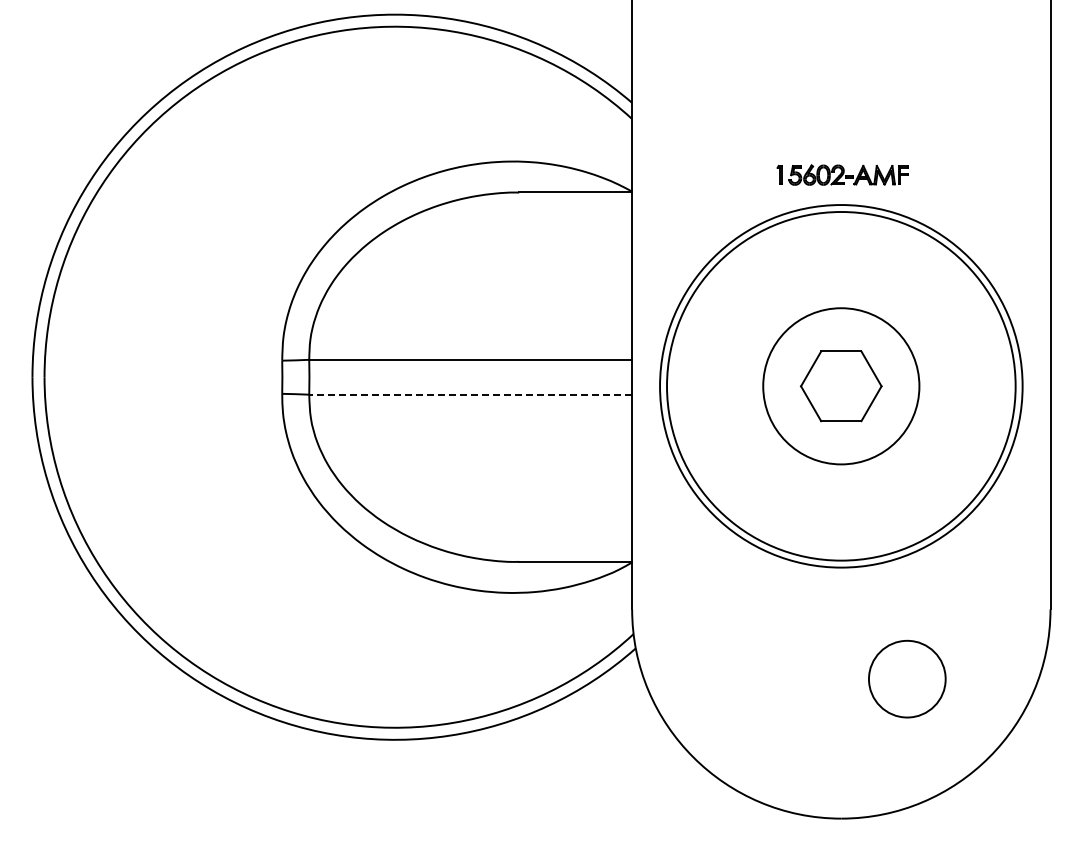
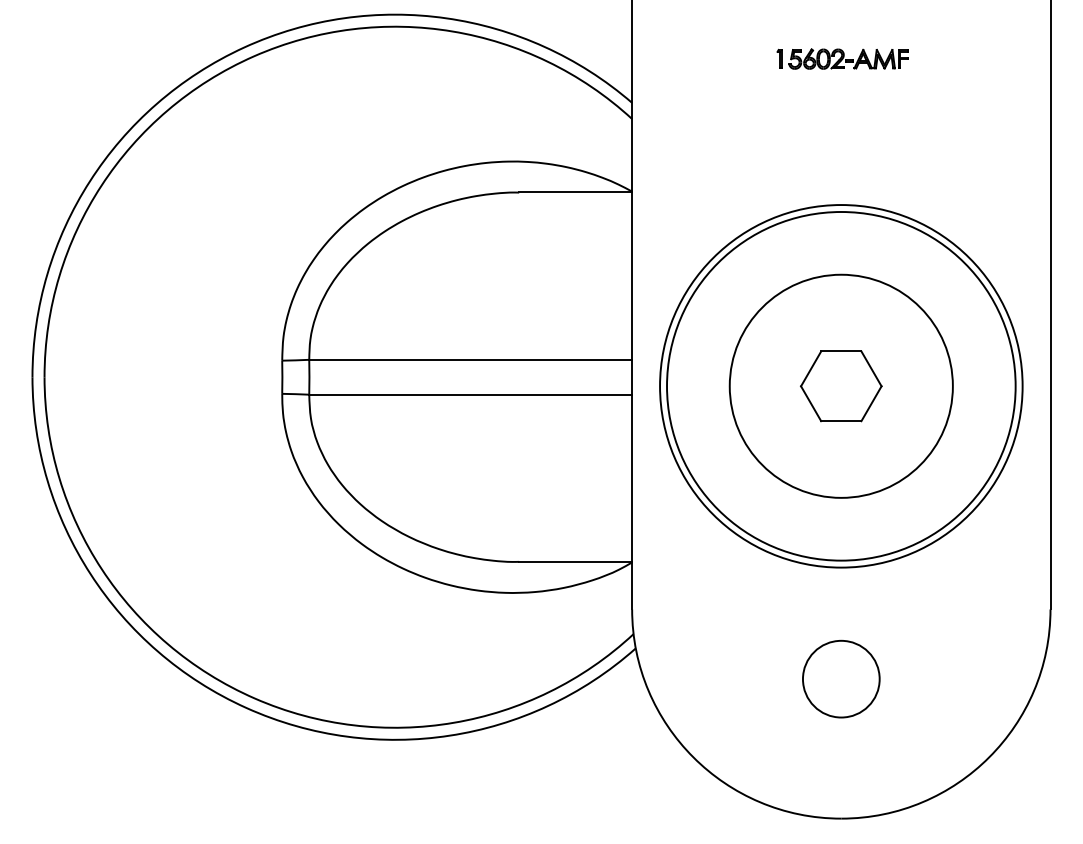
part at (842, 174) position: (842, 174) -> (842, 58)
circle at (841, 386) diameter: 156 px -> 223 px
line at (470, 394): dashed -> solid
circle at (907, 678) position: (907, 678) -> (841, 678)
